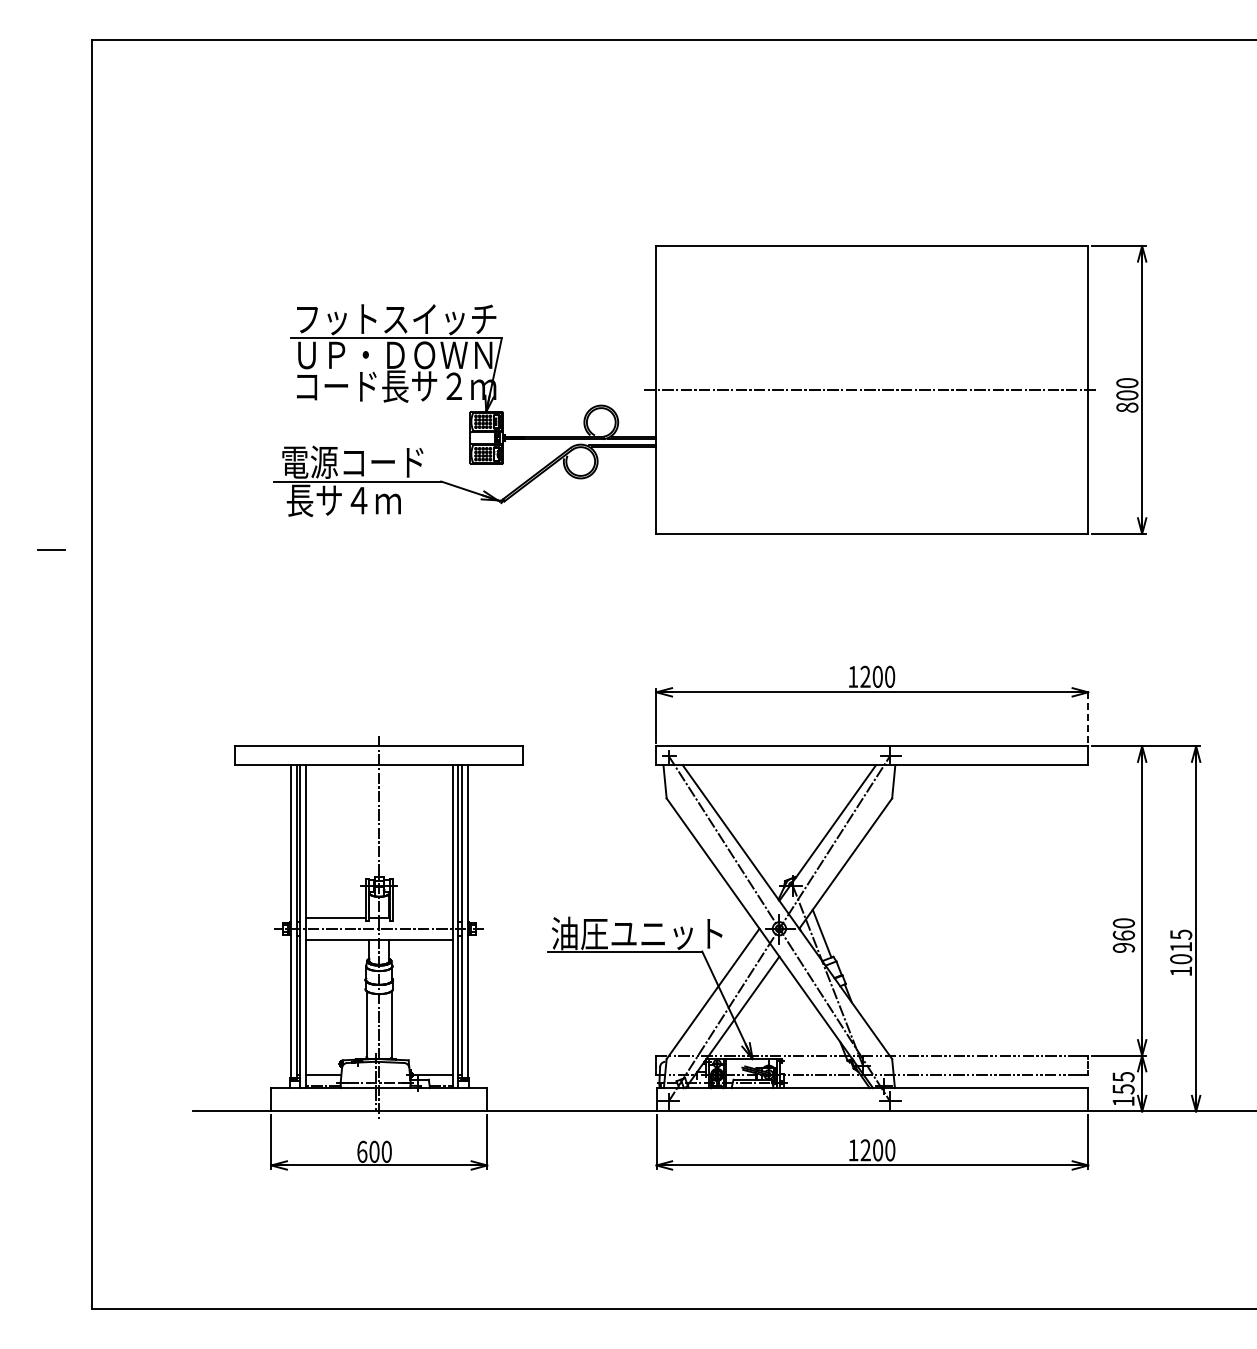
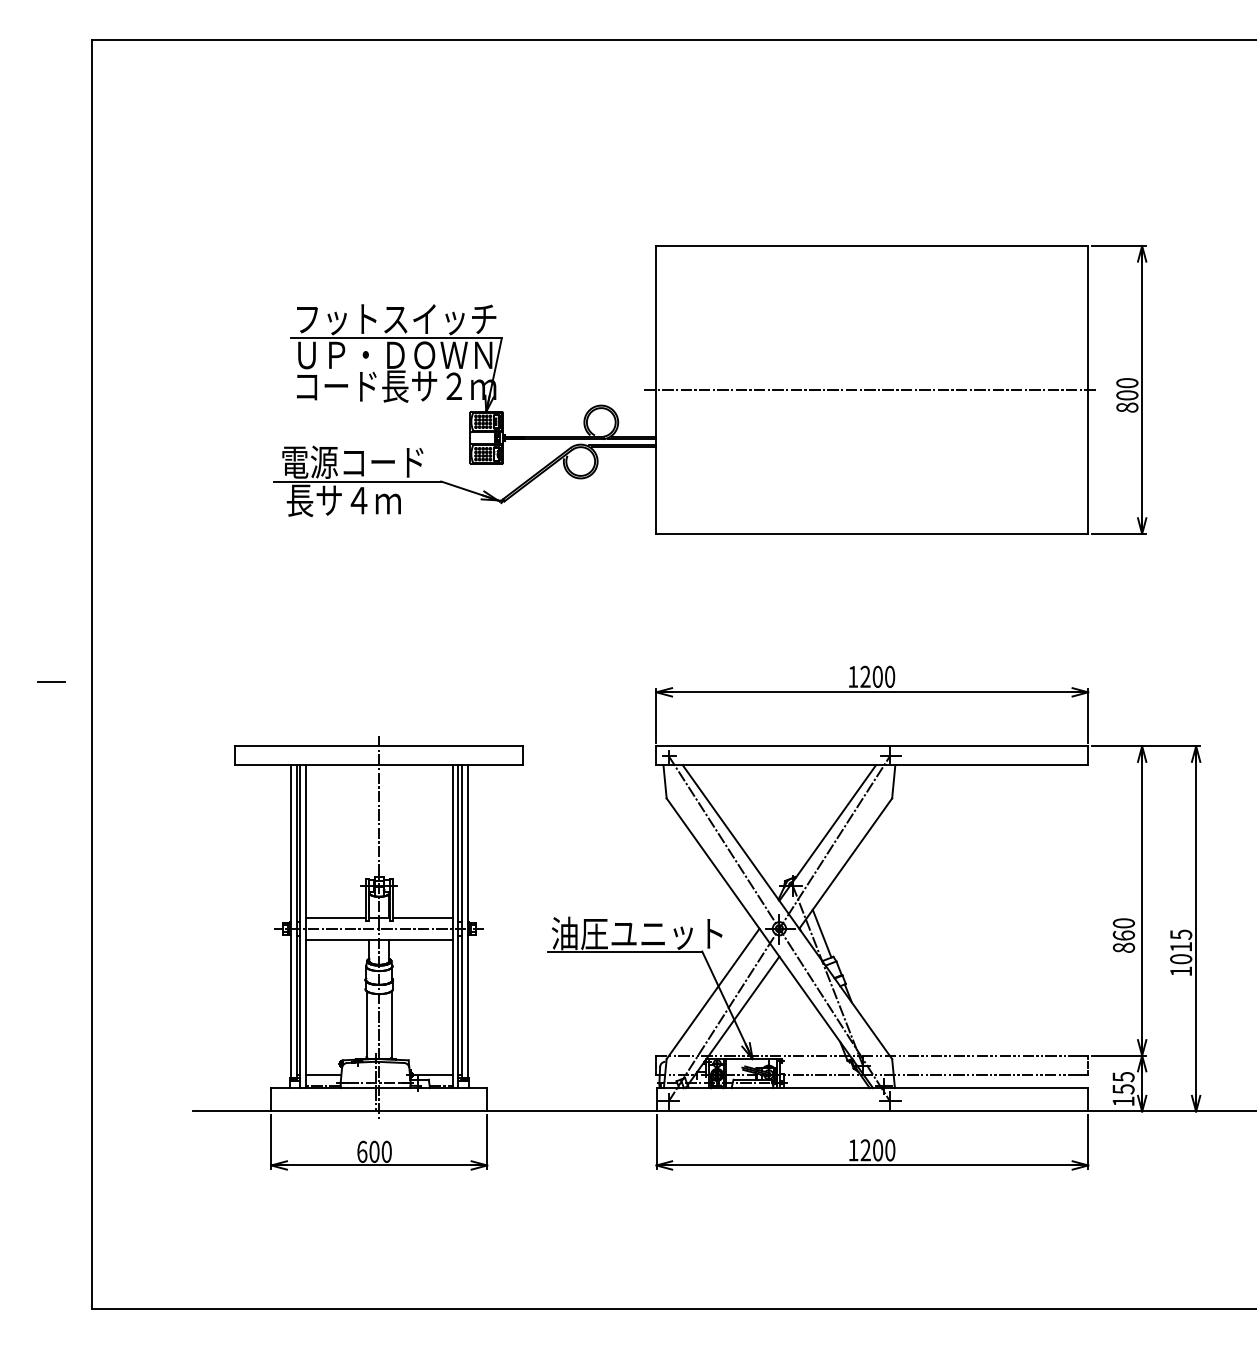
line at (51, 549) position: (51, 549) -> (51, 681)
line at (1088, 715): dashed -> solid
line at (422, 917): none -> present
text at (1123, 947): 960 -> 860
